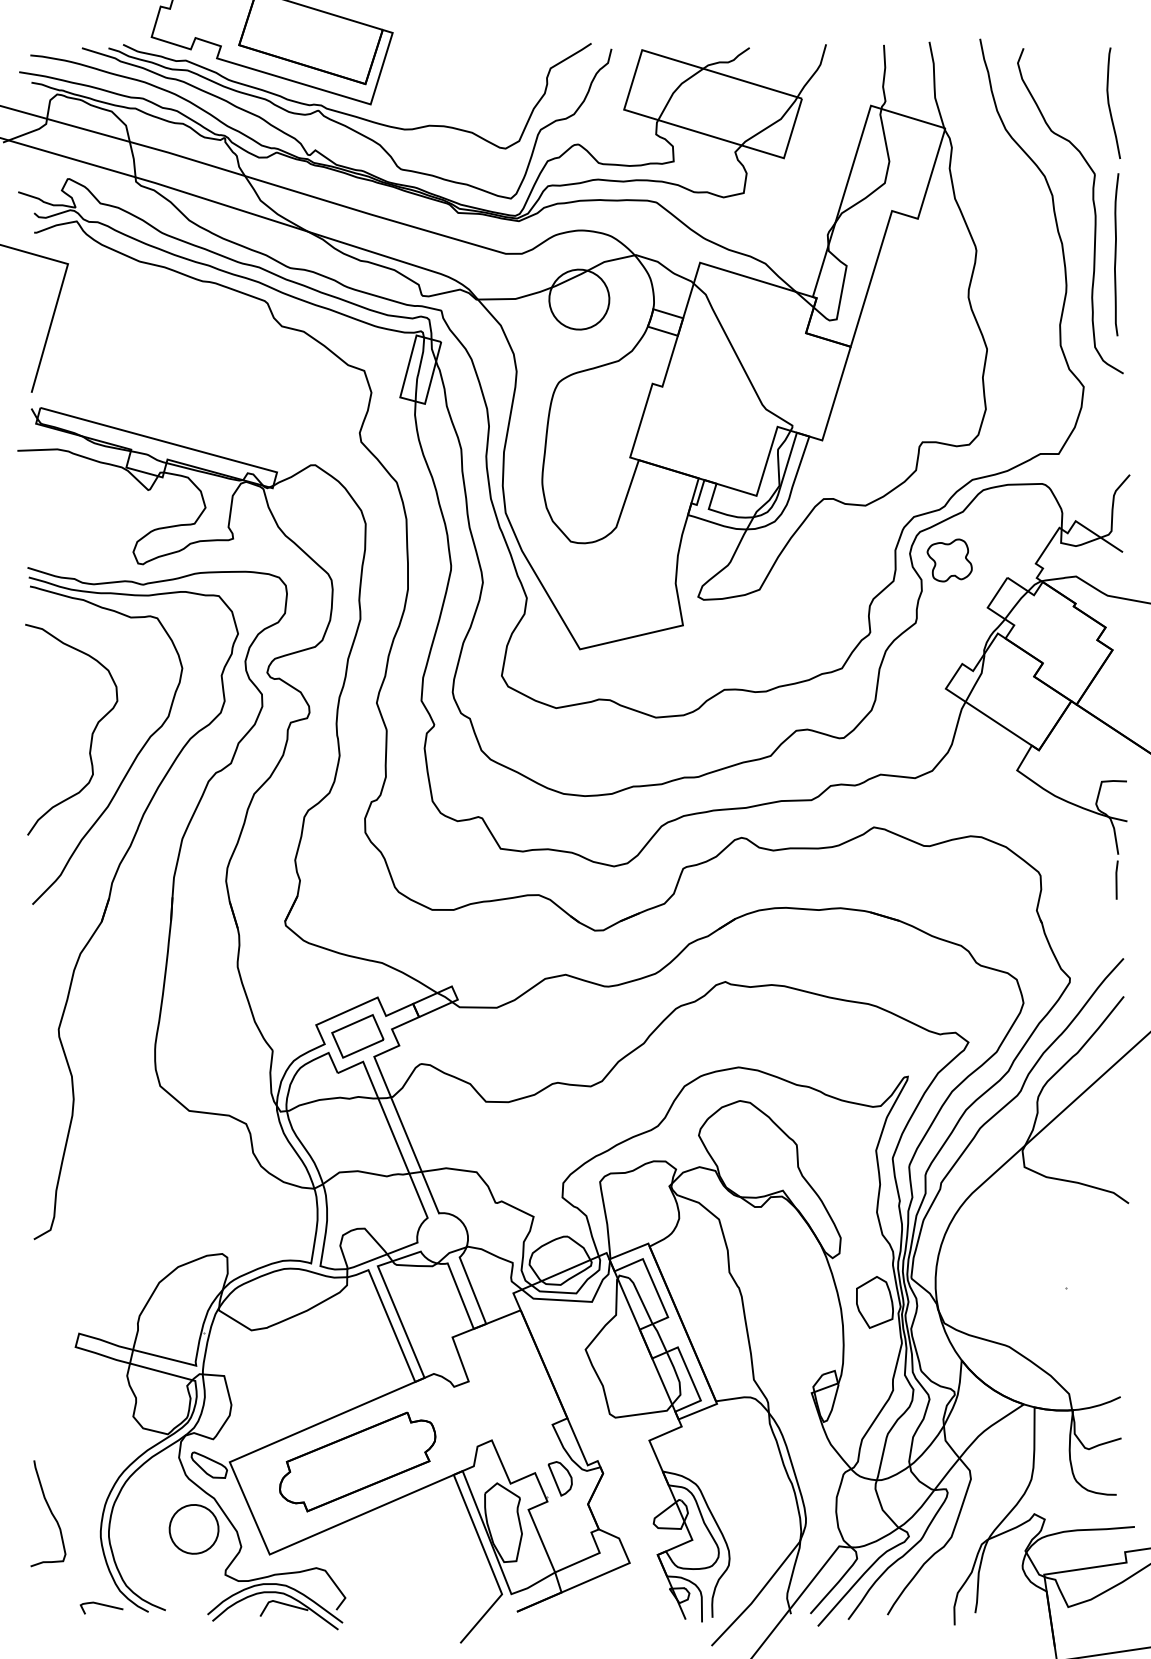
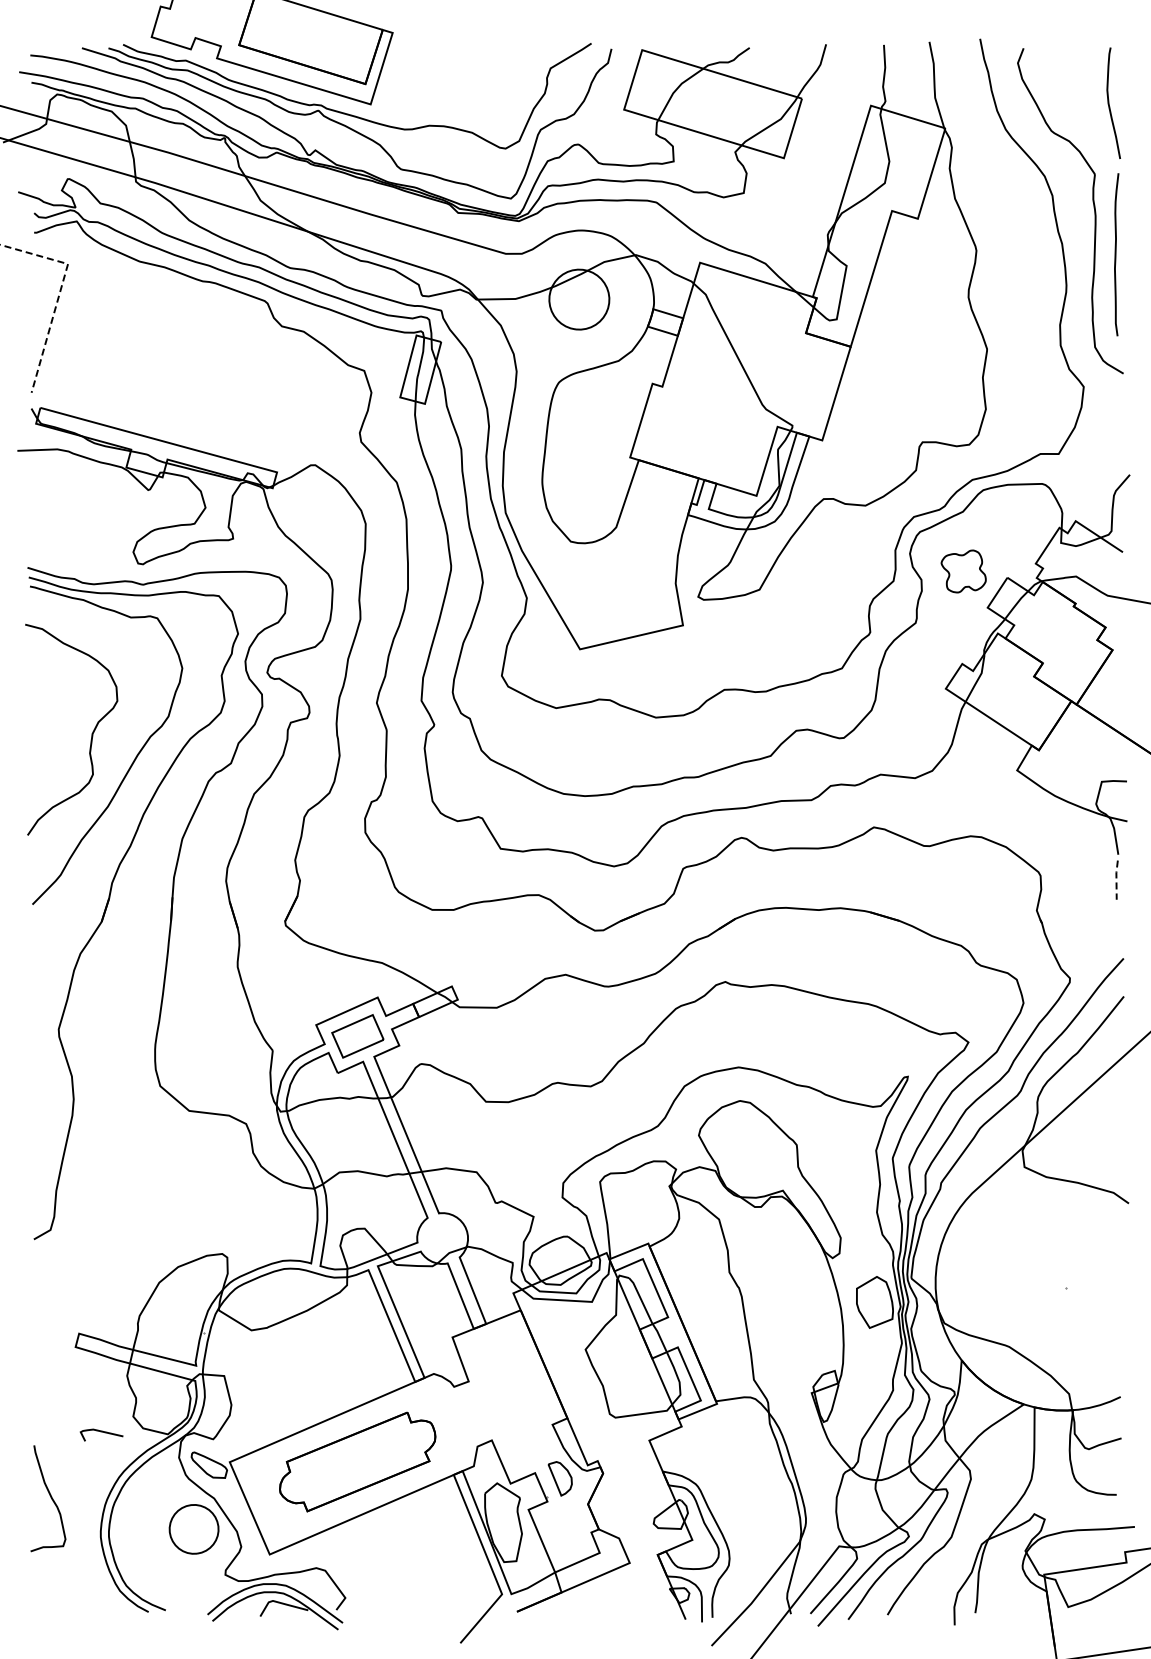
line at (59, 295): solid -> dashed
part at (949, 560) position: (949, 560) -> (963, 571)
line at (1116, 879): solid -> dashed
curve at (50, 1512) position: (50, 1512) -> (50, 1497)
curve at (101, 1605) position: (101, 1605) -> (101, 1432)
